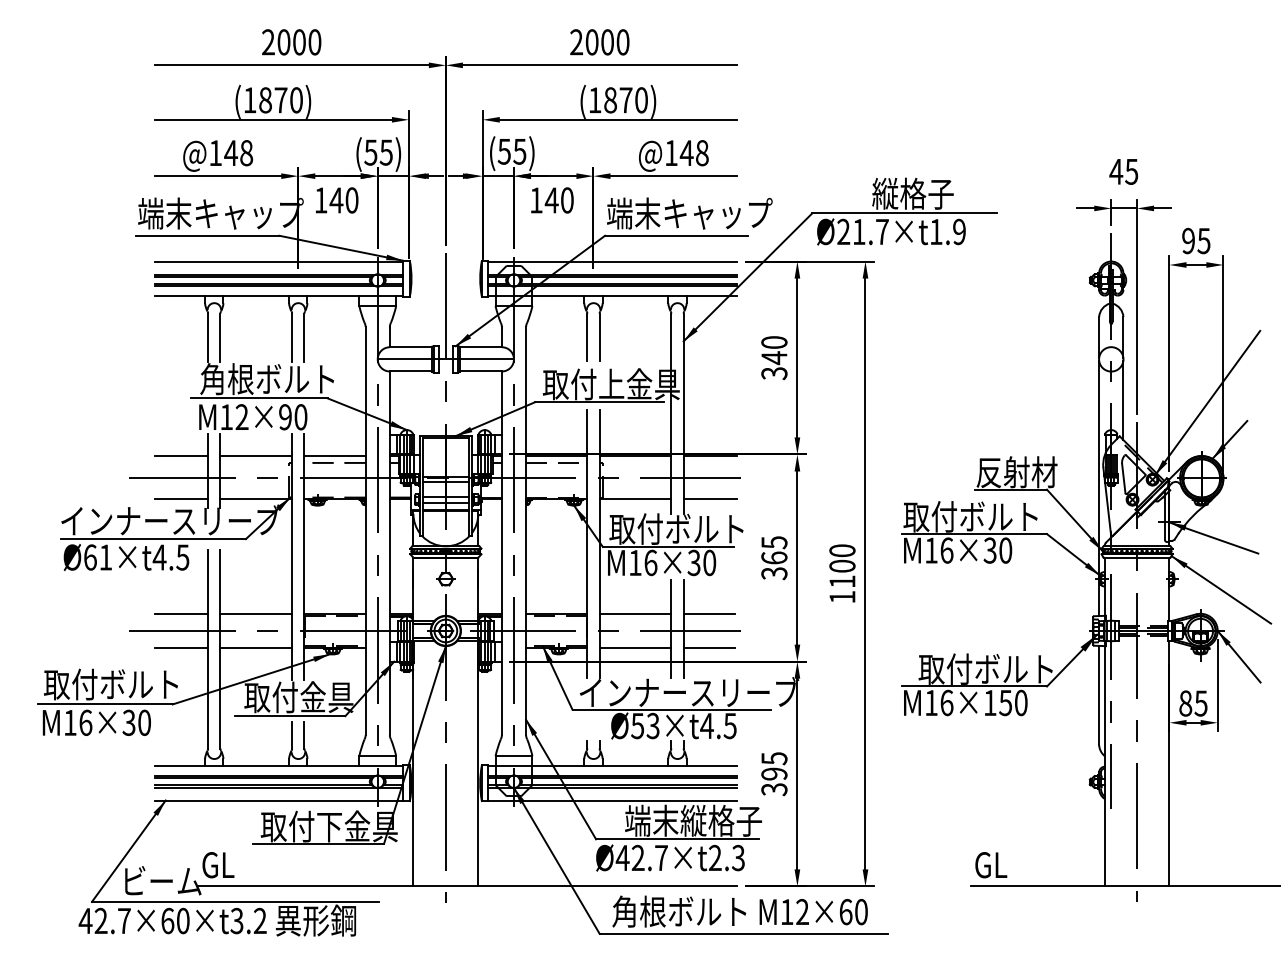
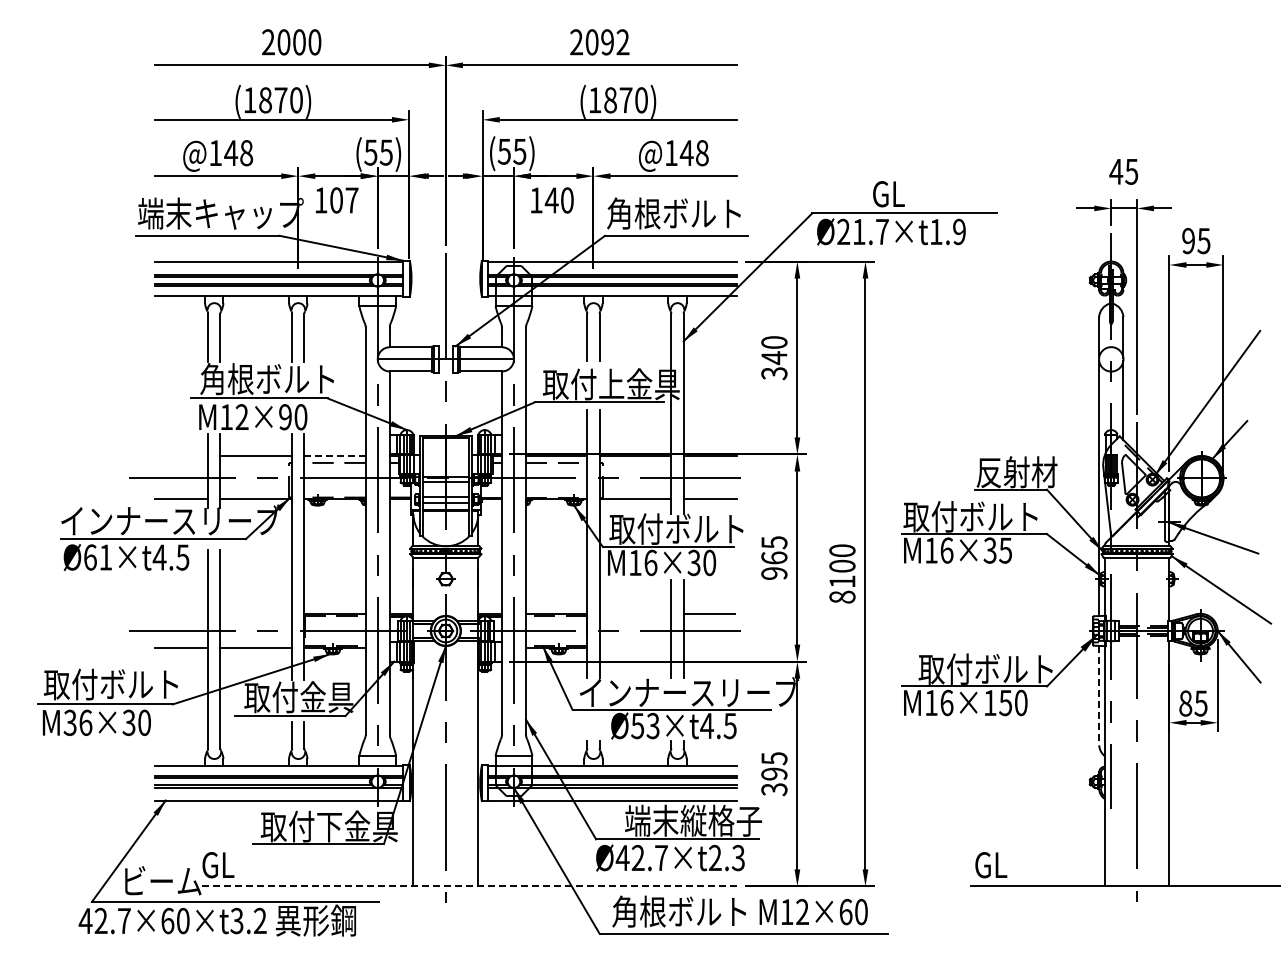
text at (615, 42): 2000 -> 2092
text at (912, 193): 縦格子 -> GL
text at (343, 200): 140 -> 107
text at (689, 213): 端末キャップ -> 角根ボルト
line at (181, 456): present -> none
line at (335, 456): solid -> dashed
text at (1005, 550): M16×30 -> M16×35
text at (774, 573): 365 -> 965
text at (842, 596): 1100 -> 8100
line at (181, 613): present -> none
line at (256, 613): present -> none
line at (635, 613): present -> none
line at (635, 648): present -> none
line at (709, 648): present -> none
line at (1099, 695): solid -> dashed
text at (69, 722): M16×30 -> M36×30
line at (467, 886): solid -> dashed
